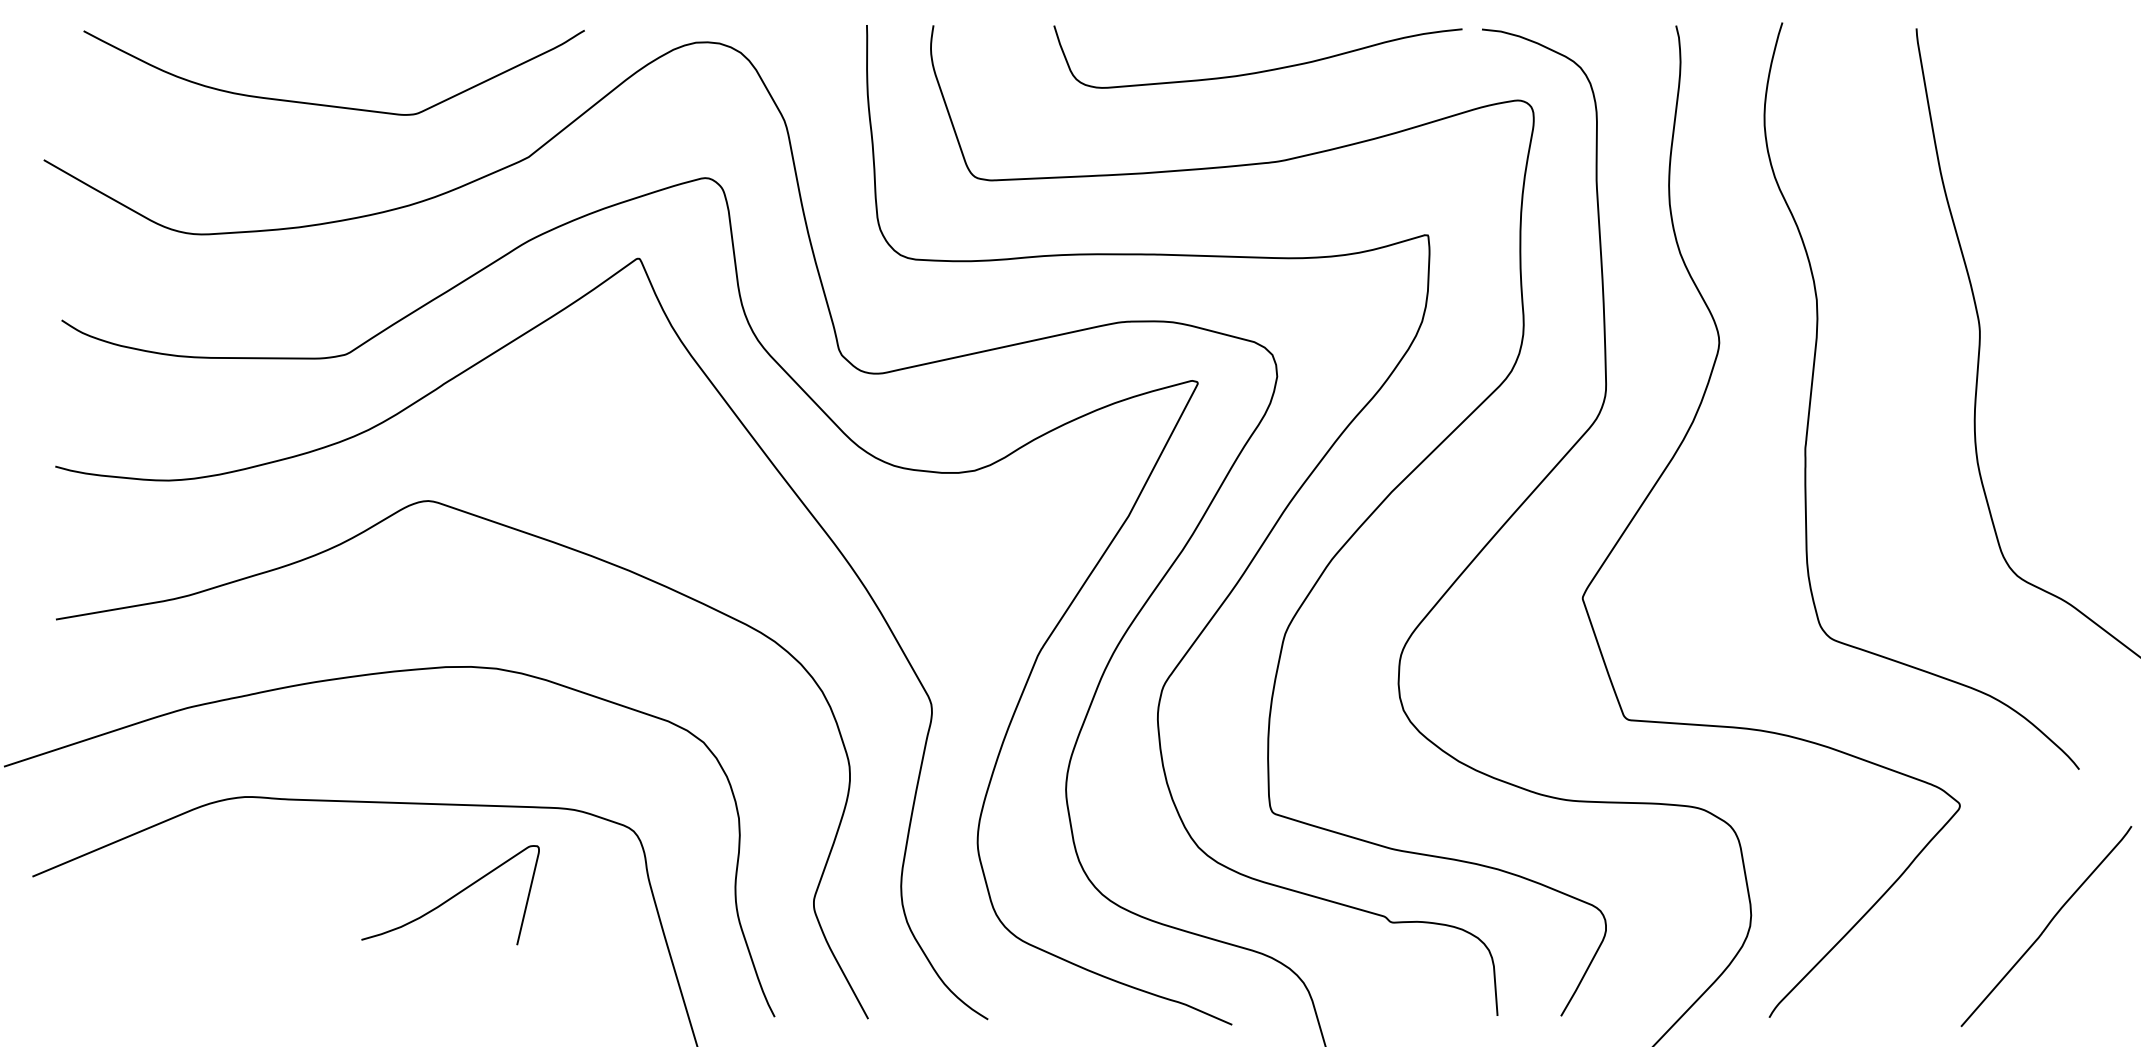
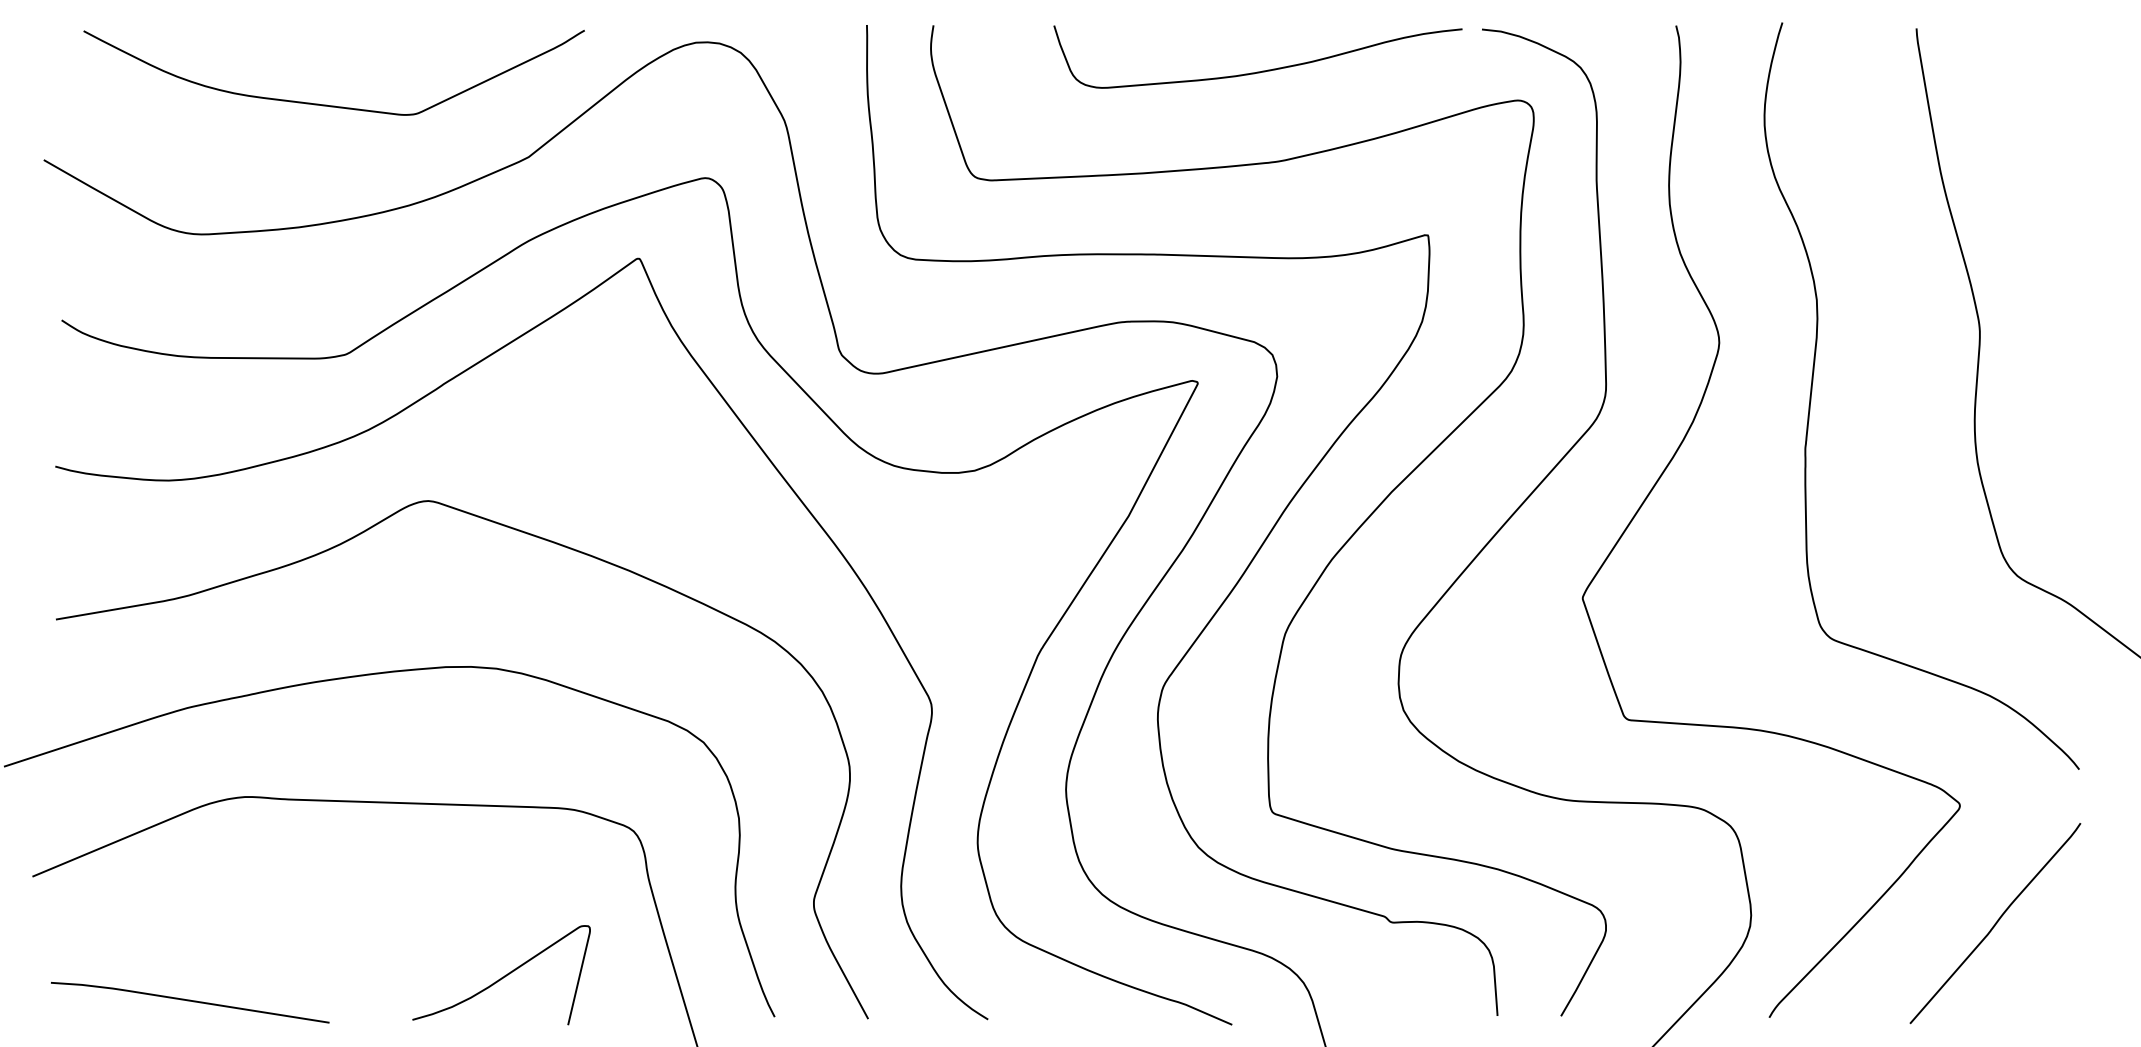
curve at (451, 896) position: (451, 896) -> (502, 976)
curve at (2046, 926) position: (2046, 926) -> (1995, 923)
curve at (190, 1001): none -> present
